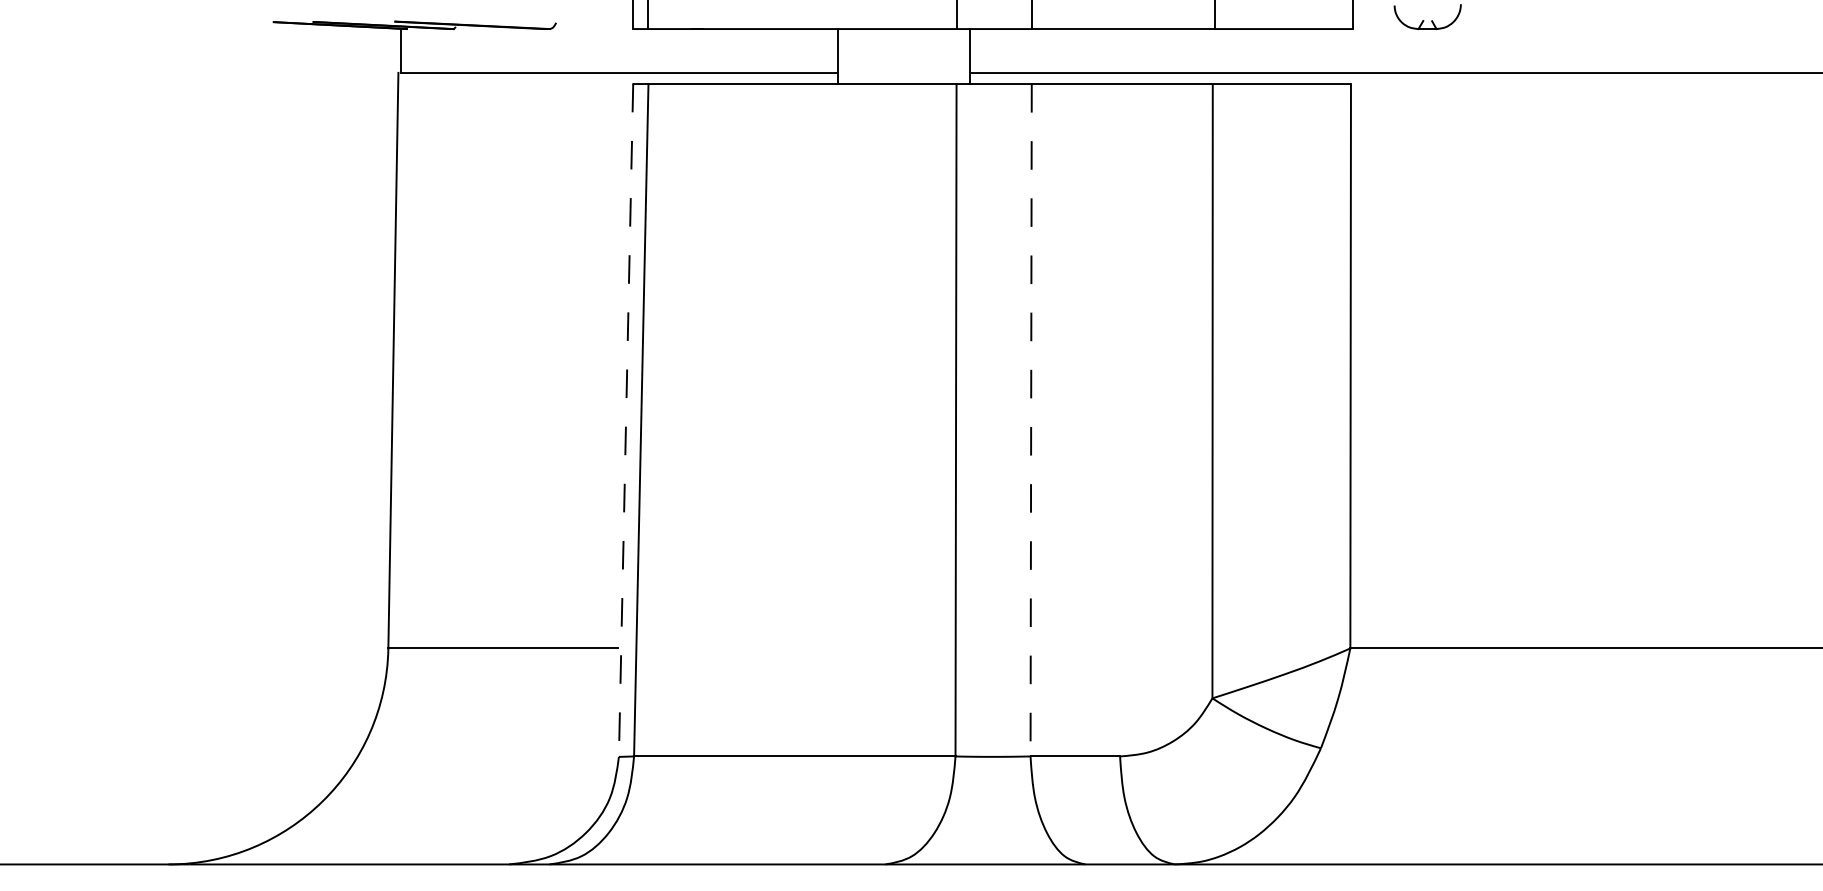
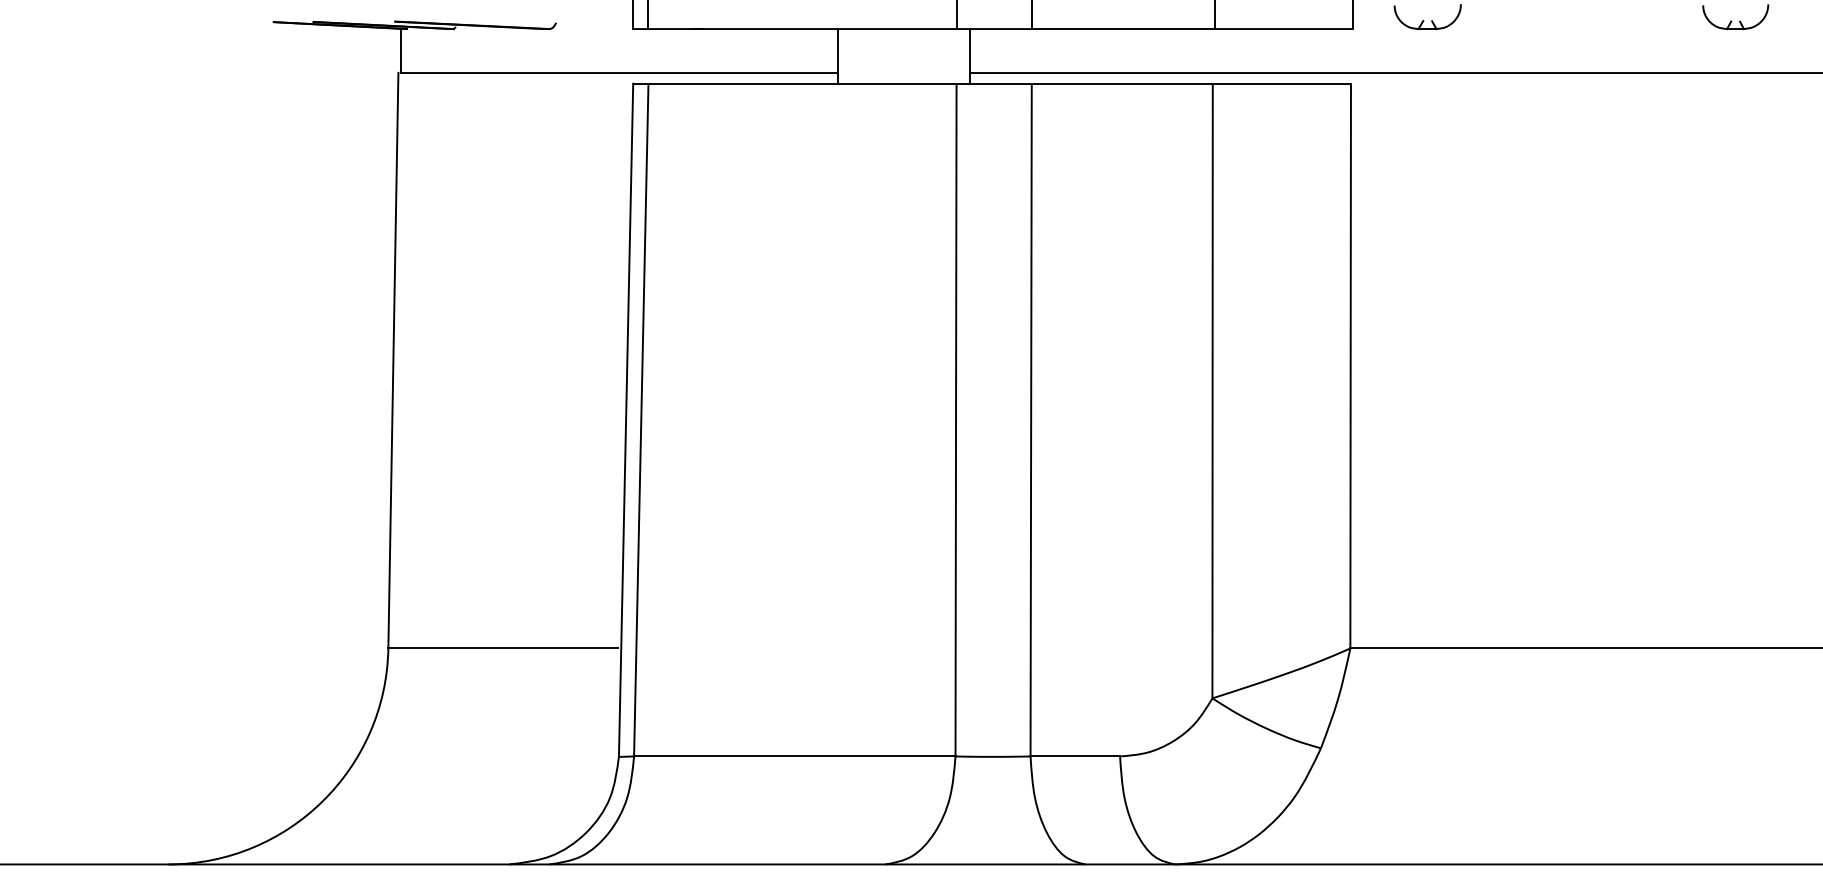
part at (1735, 17): none -> present
line at (626, 420): dashed -> solid
line at (1031, 420): dashed -> solid
